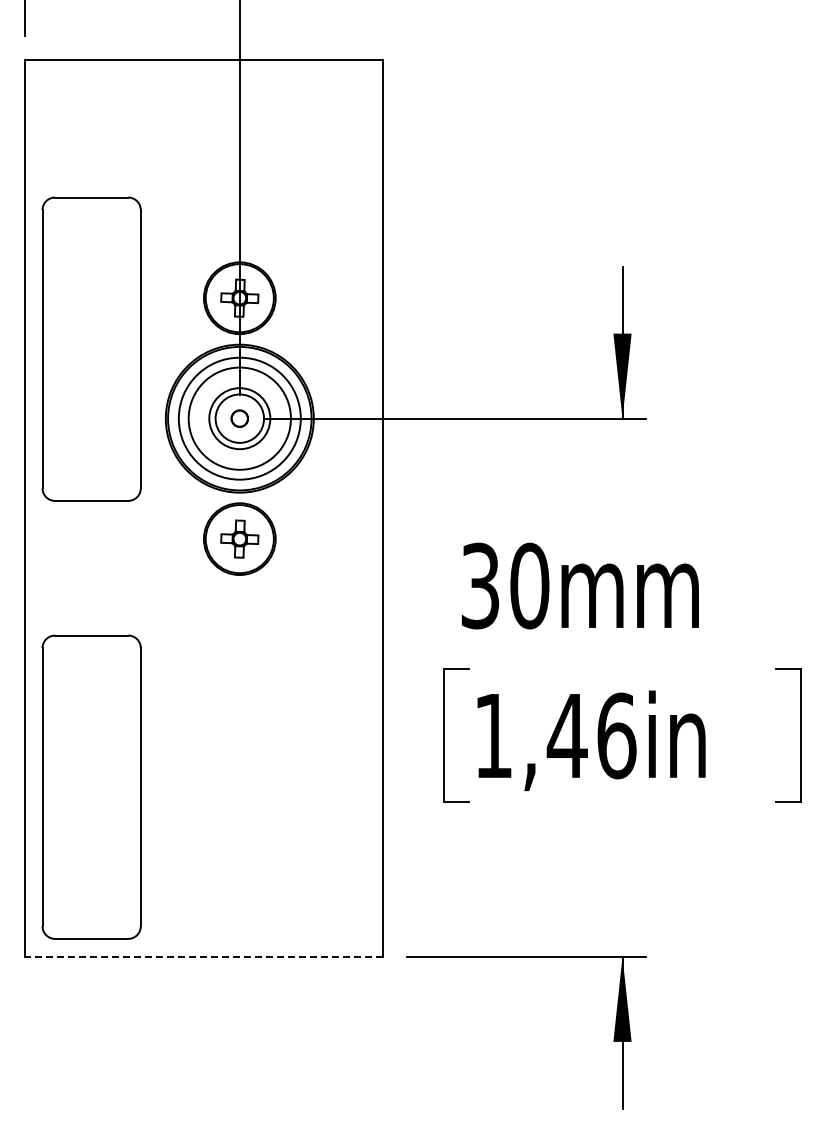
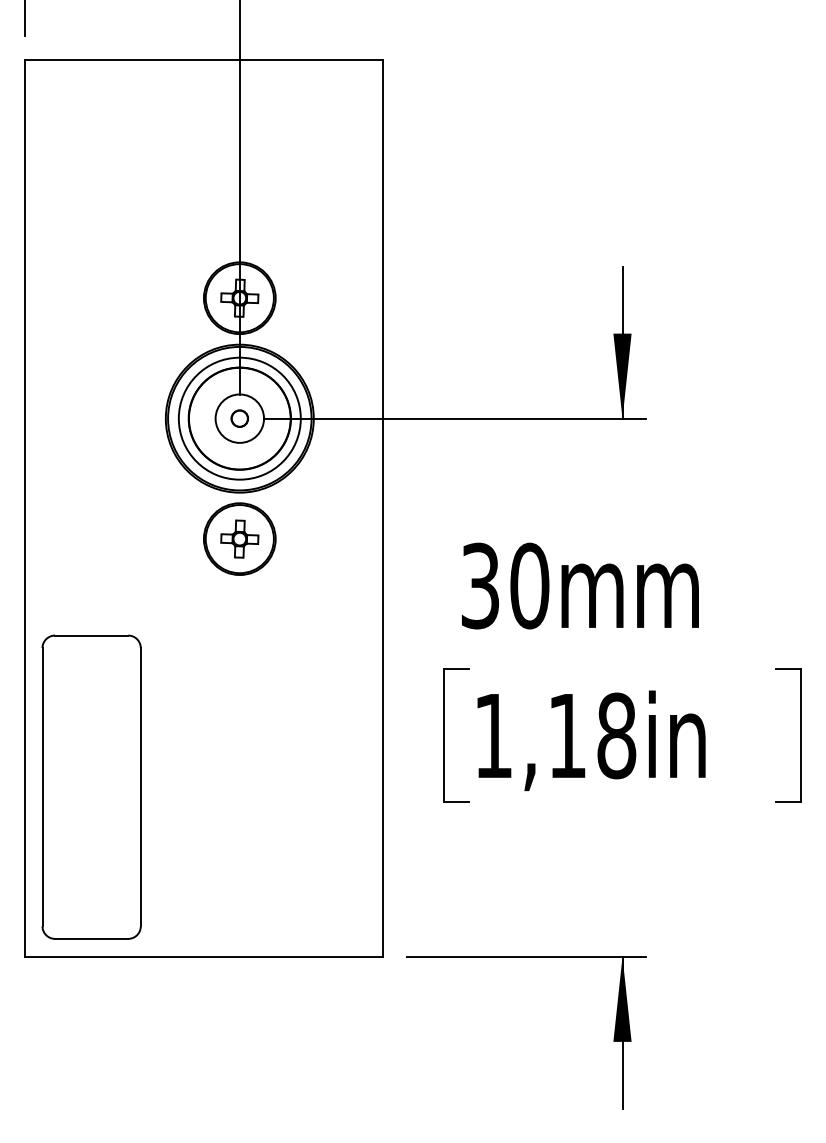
part at (91, 348): present -> none
circle at (239, 418) diameter: 61 px -> 102 px
text at (591, 735): 1,46in -> 1,18in
line at (203, 956): dashed -> solid
